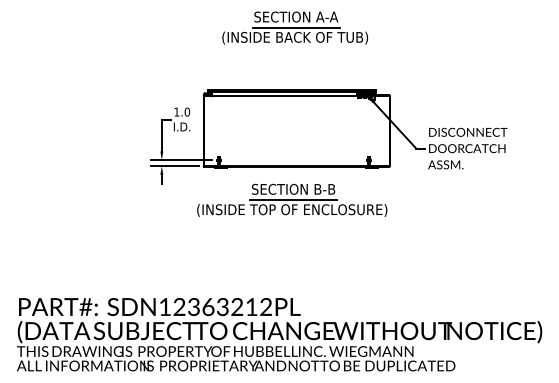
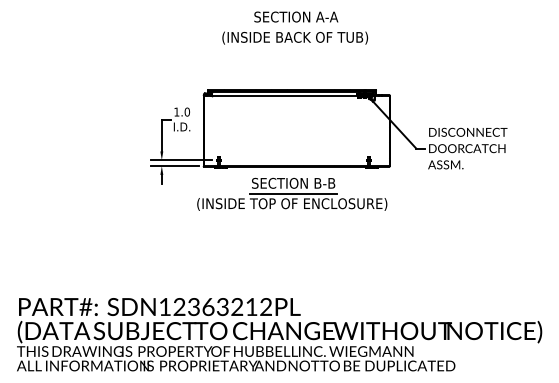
line at (296, 27): present -> none
part at (292, 199) position: (292, 199) -> (292, 193)
